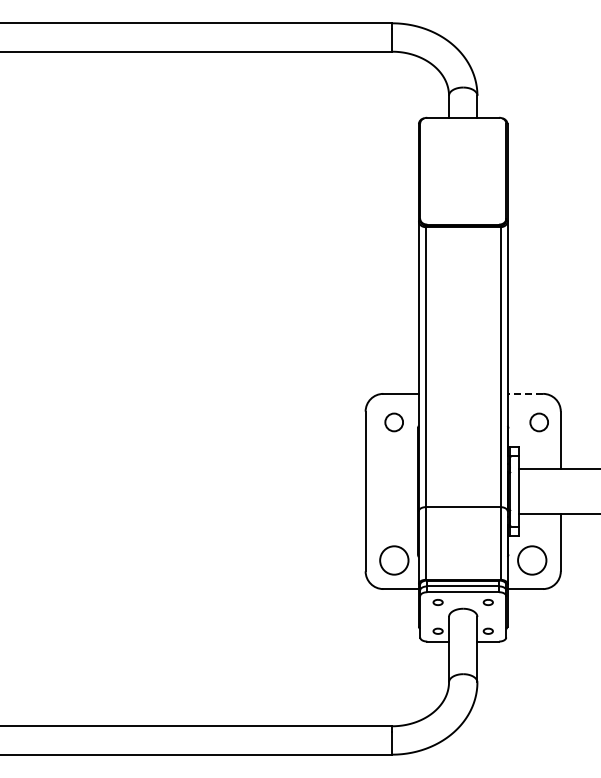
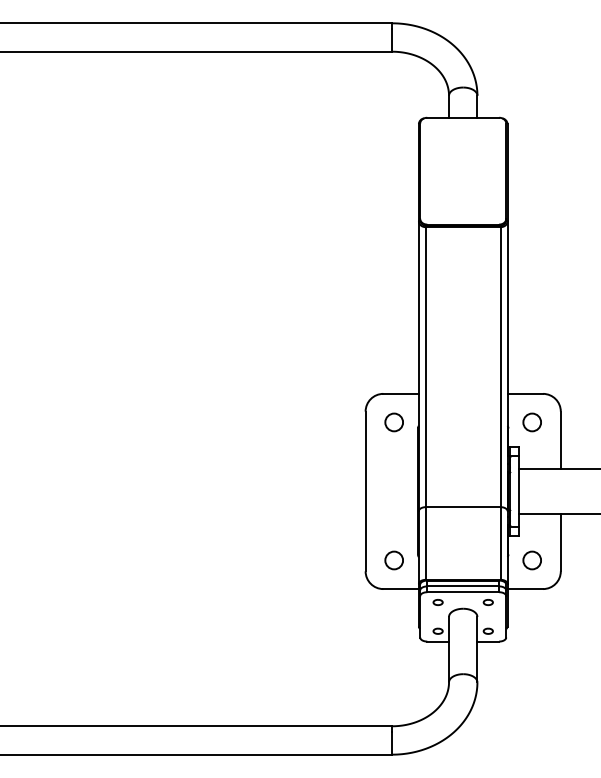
line at (525, 393): dashed -> solid
circle at (538, 422) position: (538, 422) -> (531, 422)
circle at (394, 560) size: 31x31 px -> 20x21 px
circle at (532, 560) diameter: 28 px -> 18 px
